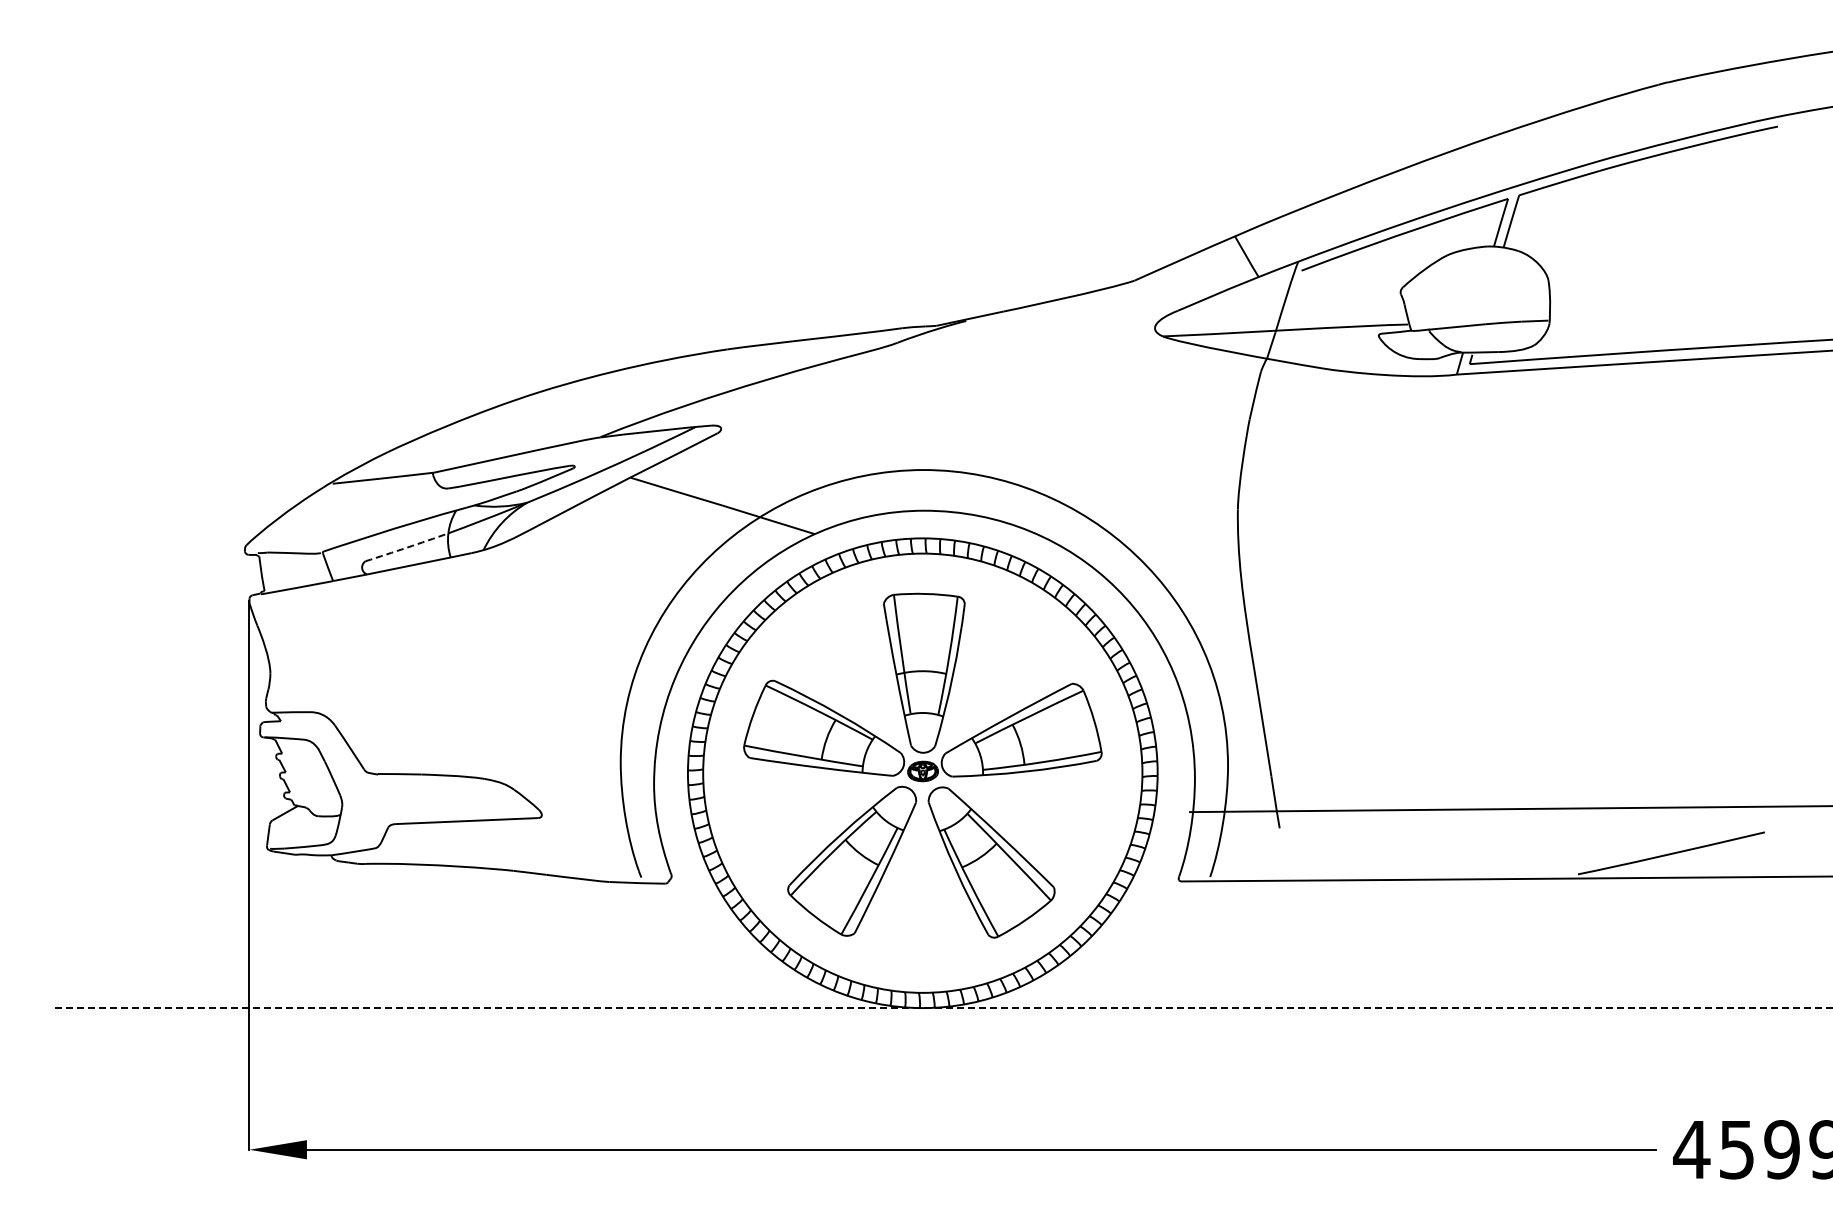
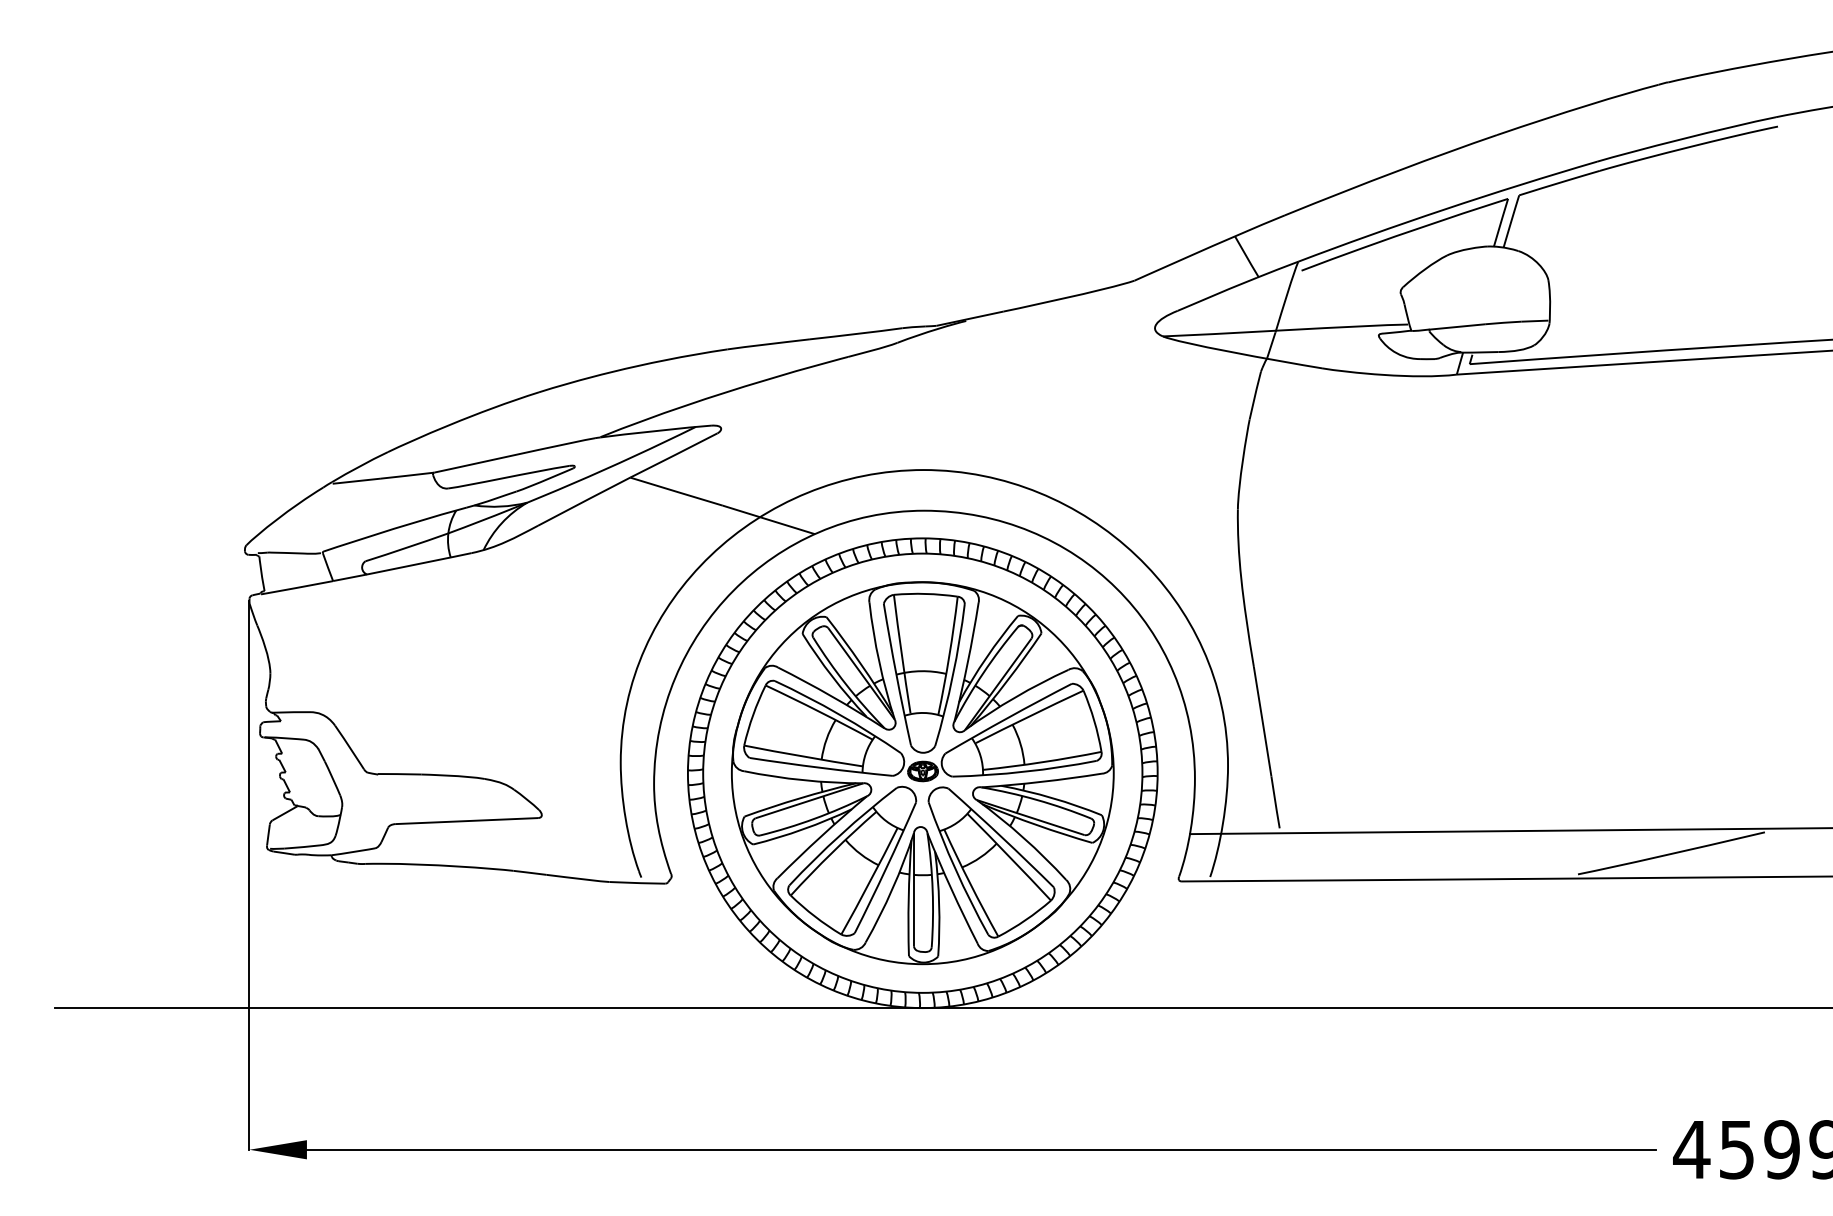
arc at (407, 547): dashed -> solid
part at (922, 773): none -> present
line at (1509, 809) position: (1509, 809) -> (1509, 831)
line at (943, 1008): dashed -> solid
